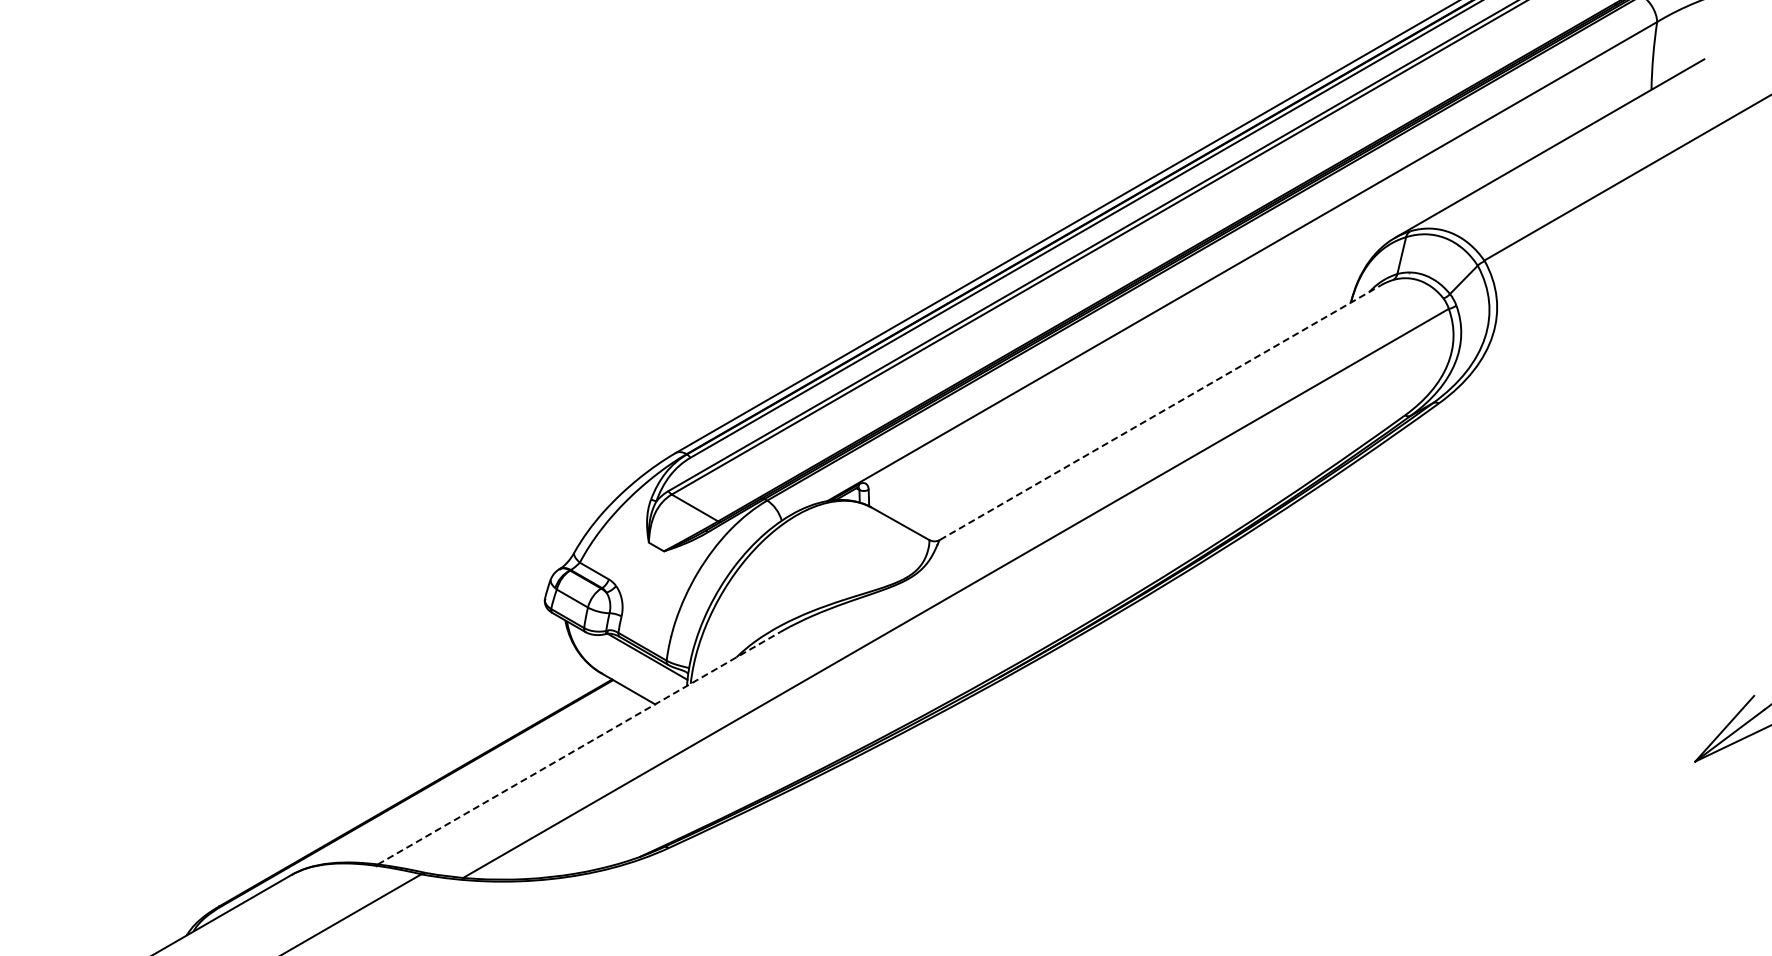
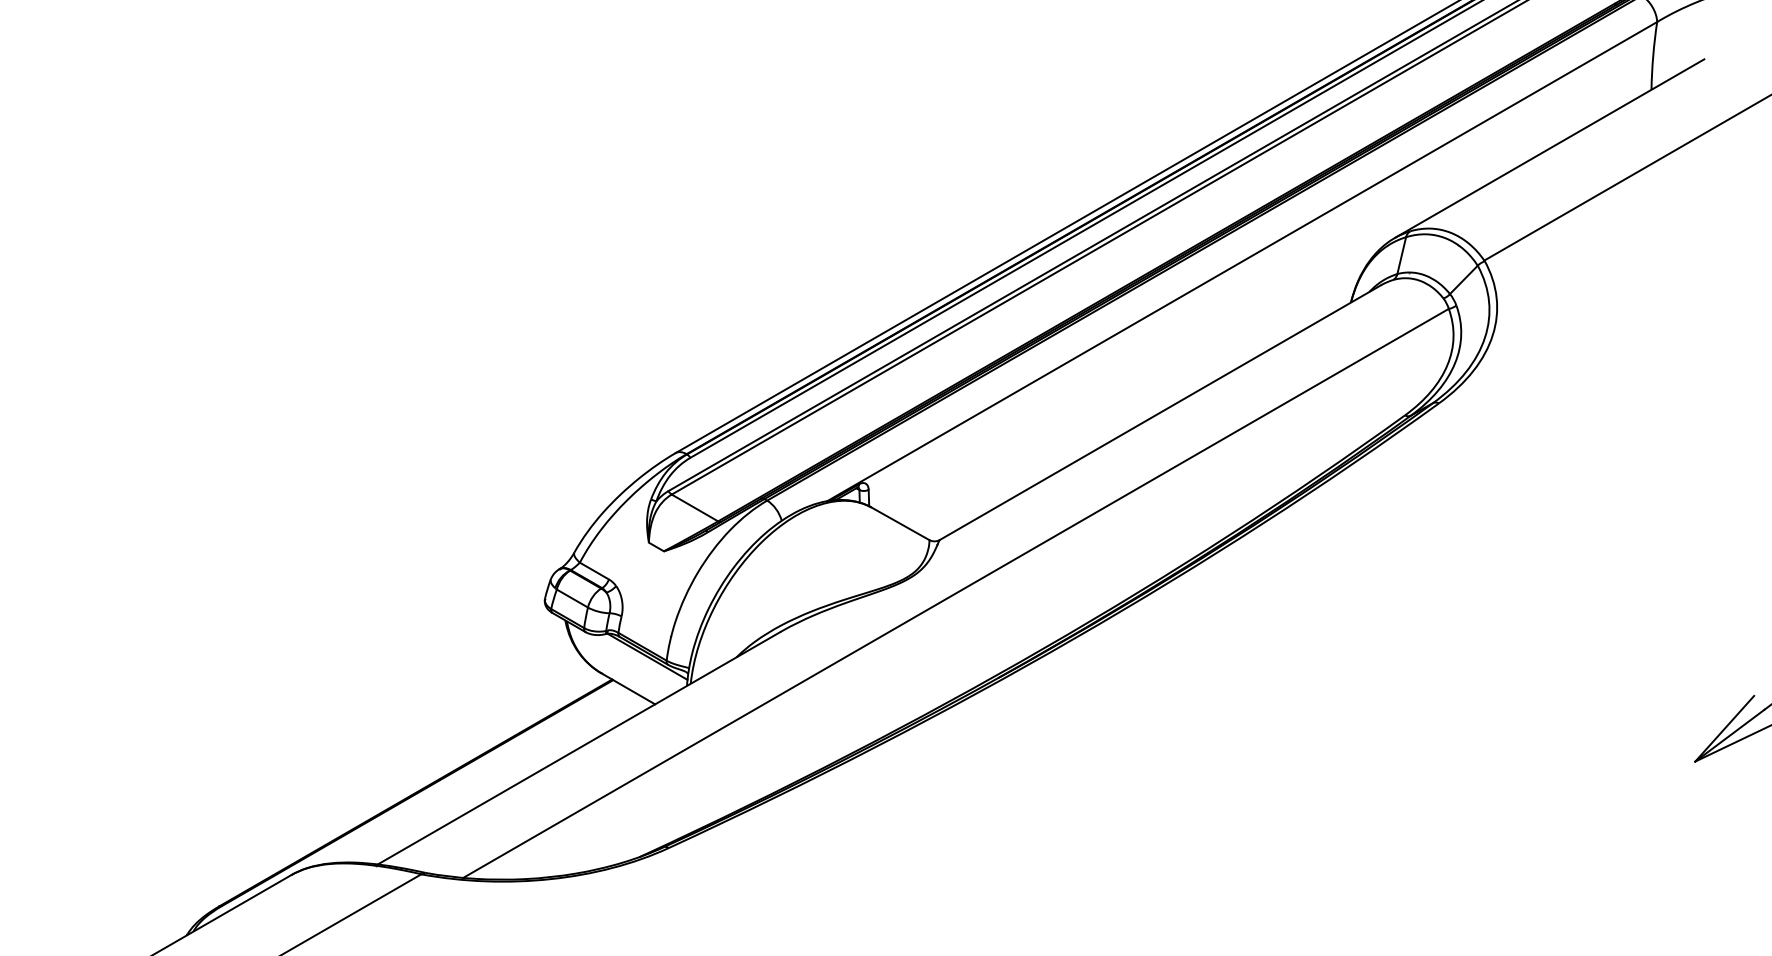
line at (1160, 412): dashed -> solid
line at (579, 748): dashed -> solid
